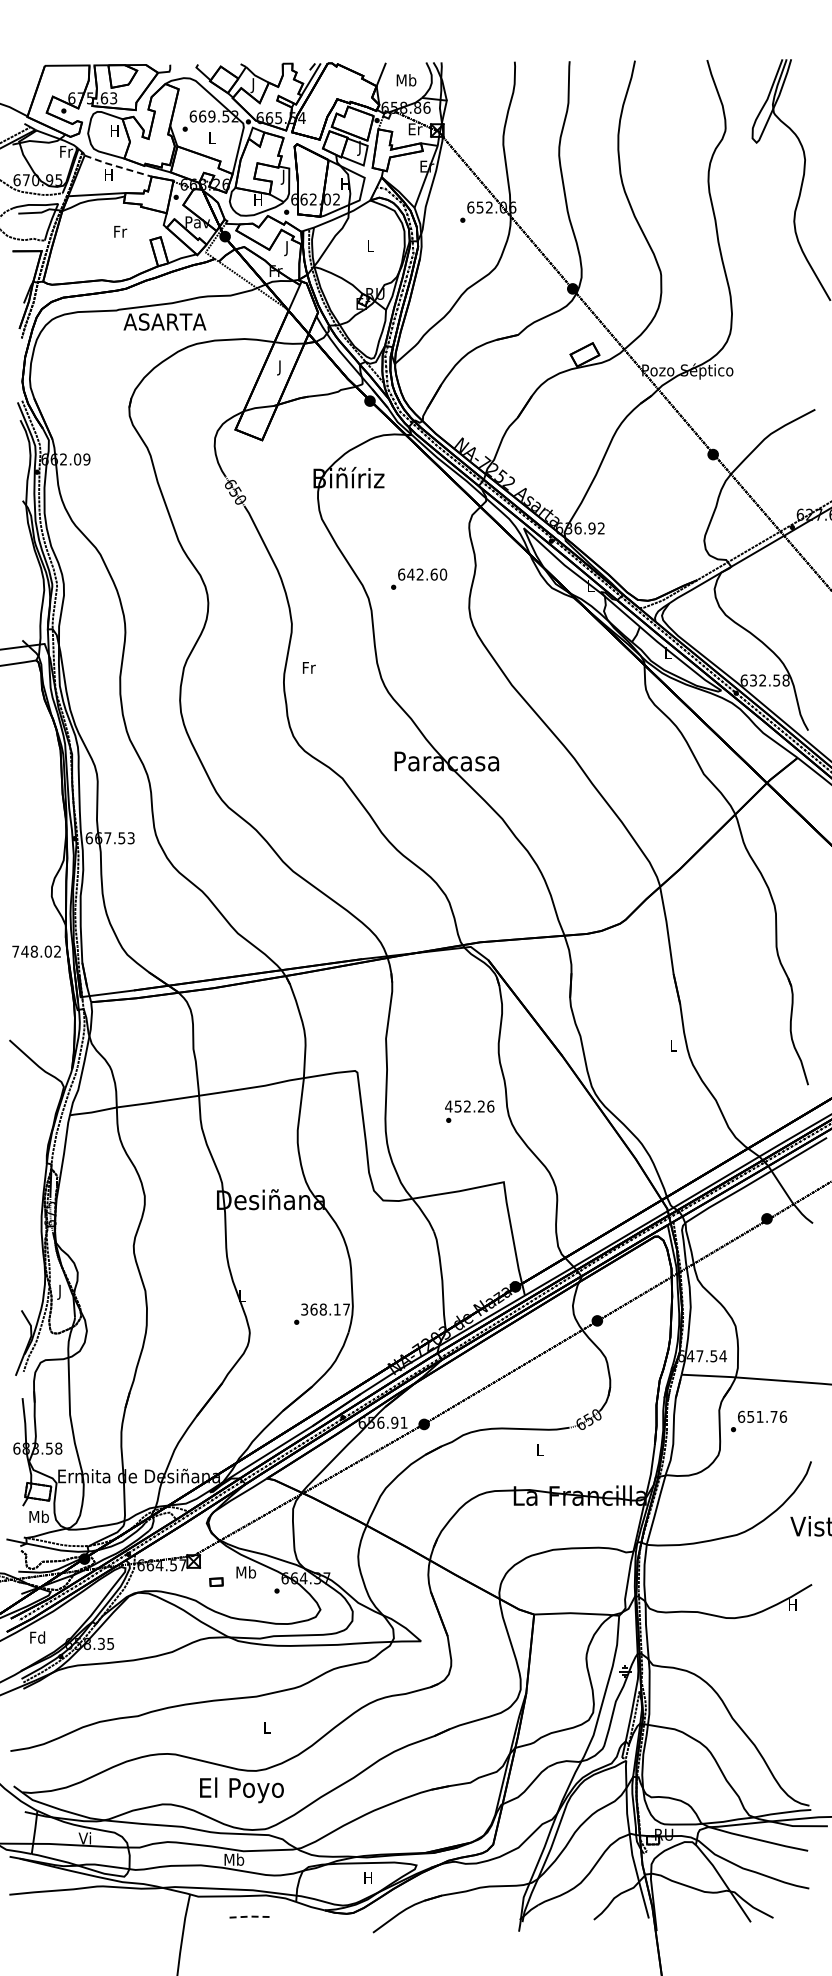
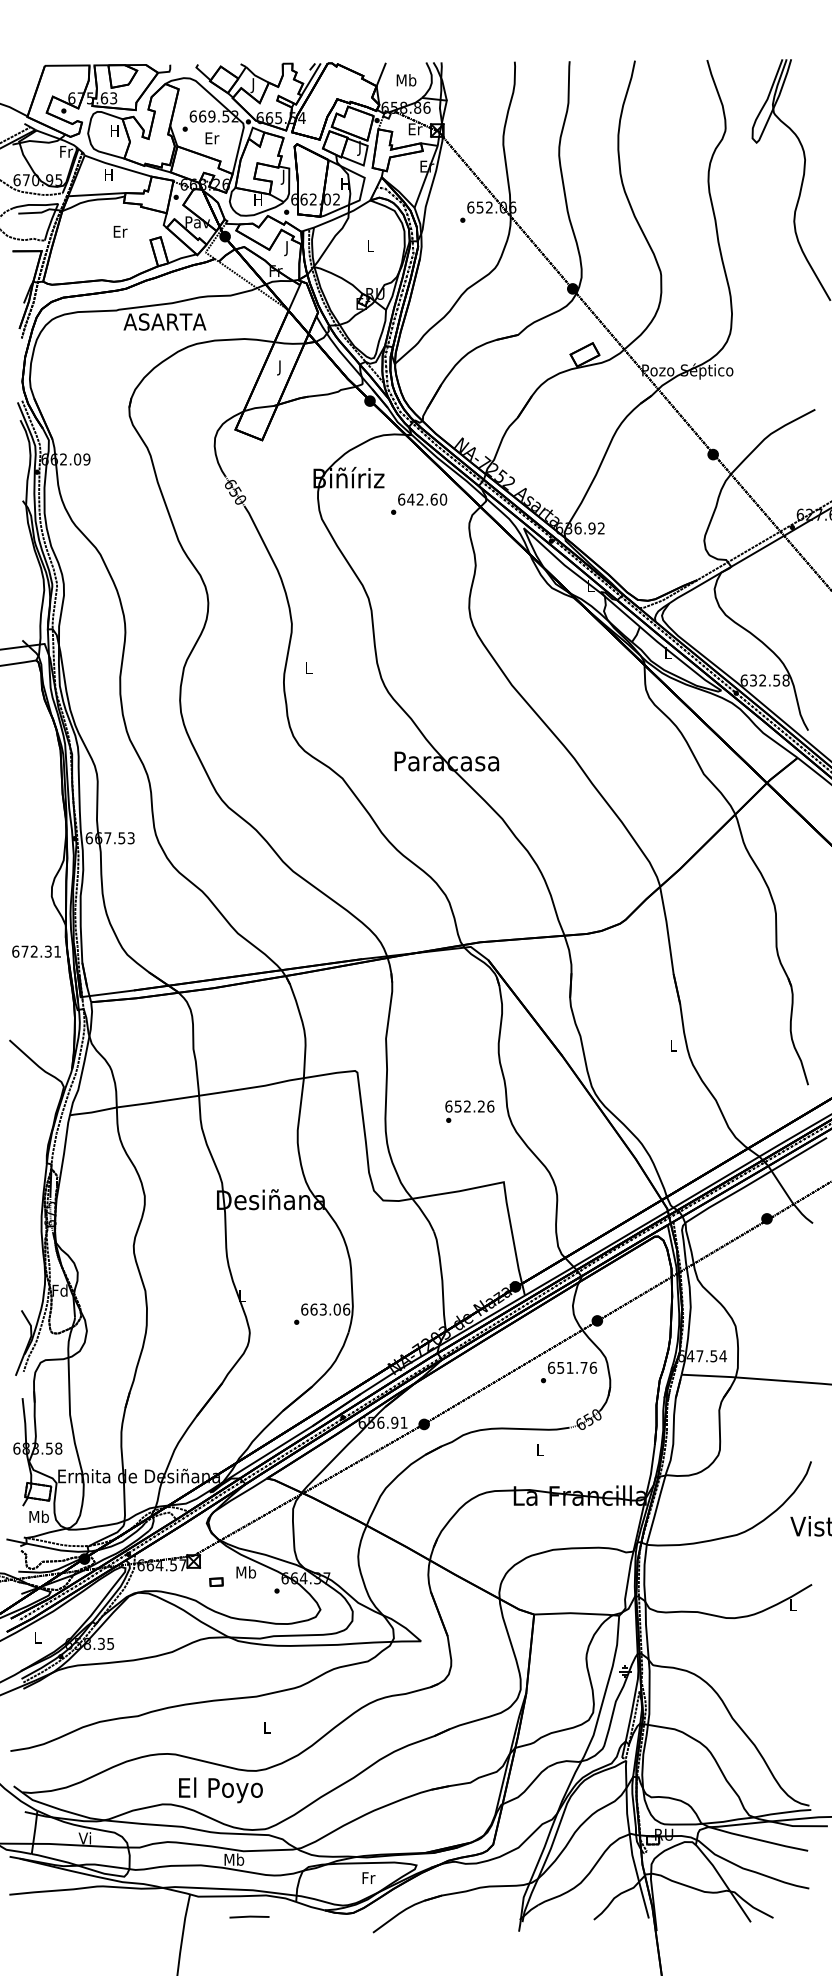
text at (212, 138): L -> Er
line at (117, 166): dashed -> solid
text at (120, 231): Fr -> Er
text at (419, 578) position: (419, 578) -> (419, 503)
text at (308, 667): Fr -> L
text at (36, 951): 748.02 -> 672.31
text at (448, 1106): 452.26 -> 652.26
text at (59, 1291): J -> Fd
text at (325, 1309): 368.17 -> 663.06
text at (759, 1421) position: (759, 1421) -> (569, 1372)
text at (792, 1604): H -> L
text at (37, 1637): Fd -> L
text at (241, 1790) position: (241, 1790) -> (220, 1790)
text at (368, 1877): H -> Fr
line at (250, 1916): dashed -> solid
